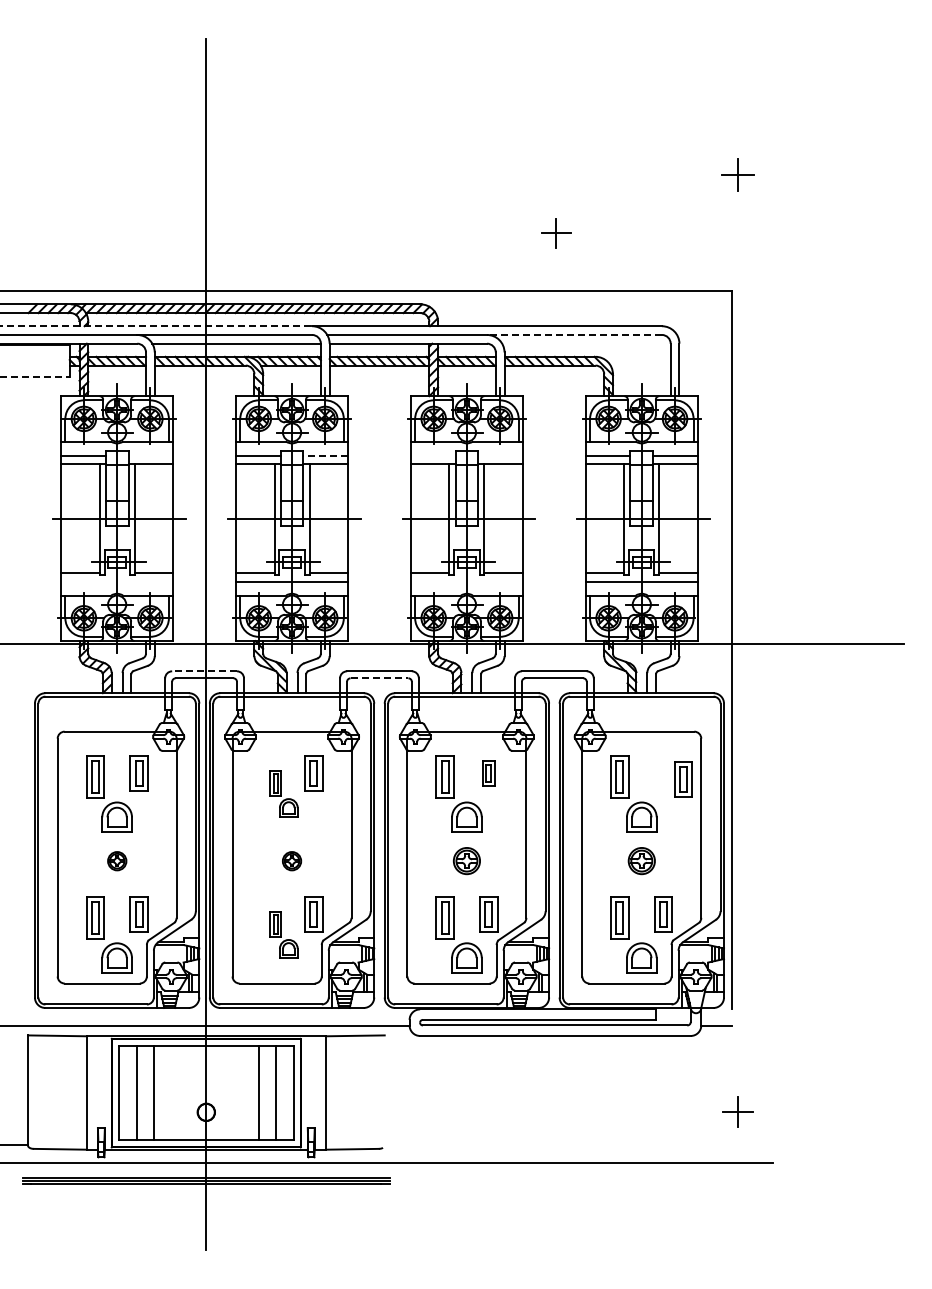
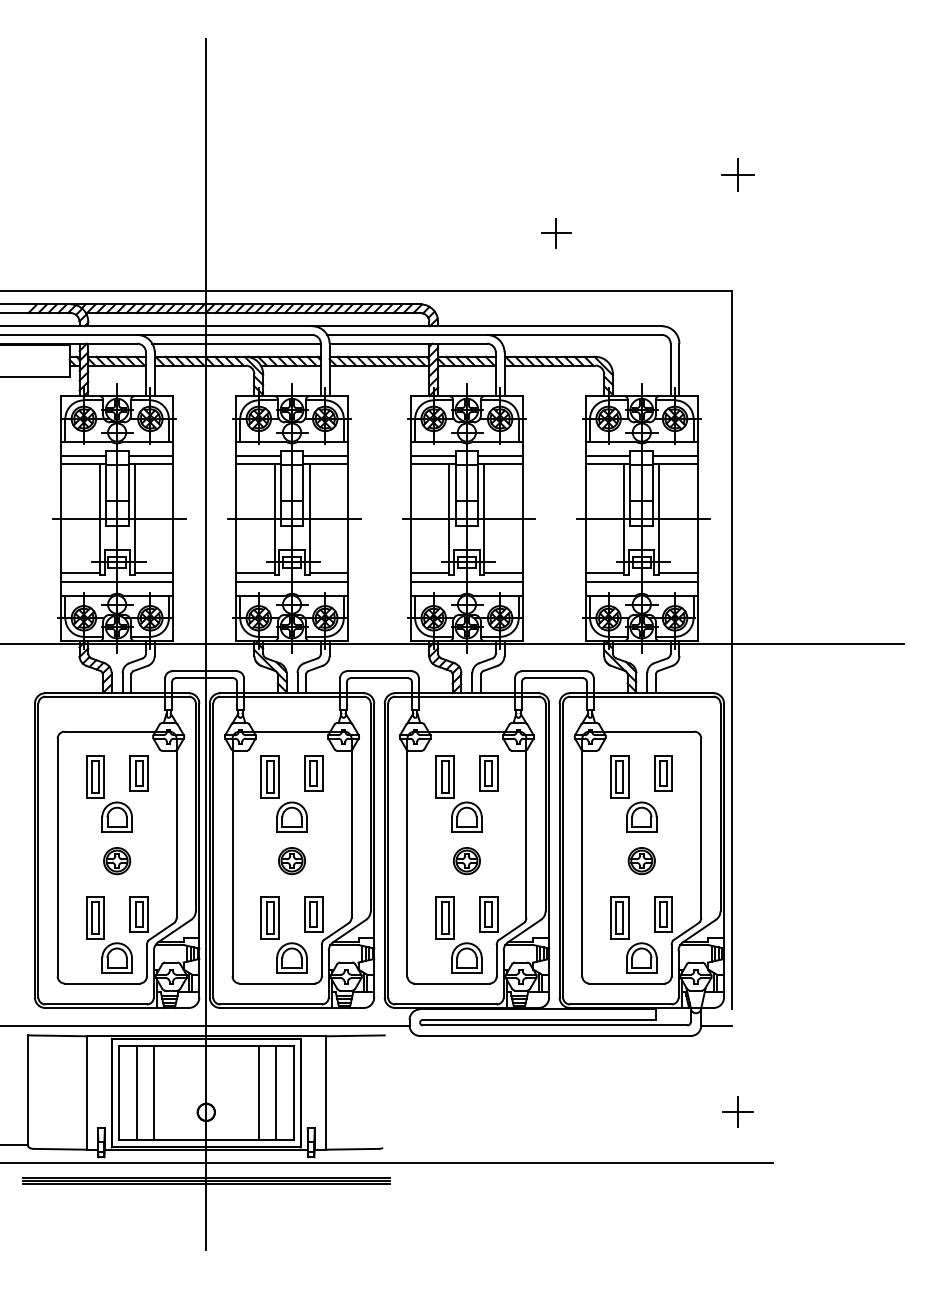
line at (156, 326): dashed -> solid
line at (573, 334): dashed -> solid
line at (35, 376): dashed -> solid
line at (150, 455): none -> present
line at (325, 455): dashed -> solid
line at (432, 455): none -> present
line at (500, 455): none -> present
line at (117, 581): none -> present
line at (466, 581): none -> present
line at (204, 671): dashed -> solid
line at (379, 678): dashed -> solid
part at (488, 773) size: 14x27 px -> 20x37 px
part at (683, 779) position: (683, 779) -> (663, 773)
part at (283, 793) size: 30x48 px -> 48x78 px
part at (117, 861) size: 21x21 px -> 29x29 px
part at (292, 861) size: 21x21 px -> 28x29 px
part at (283, 934) size: 30x48 px -> 48x78 px
